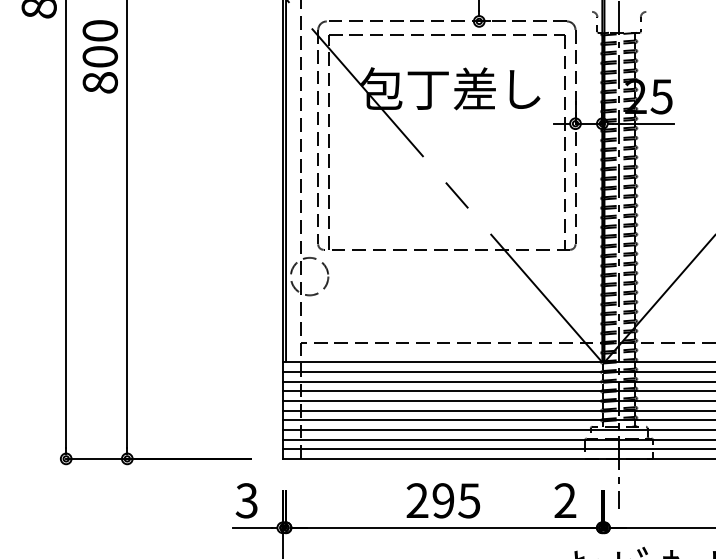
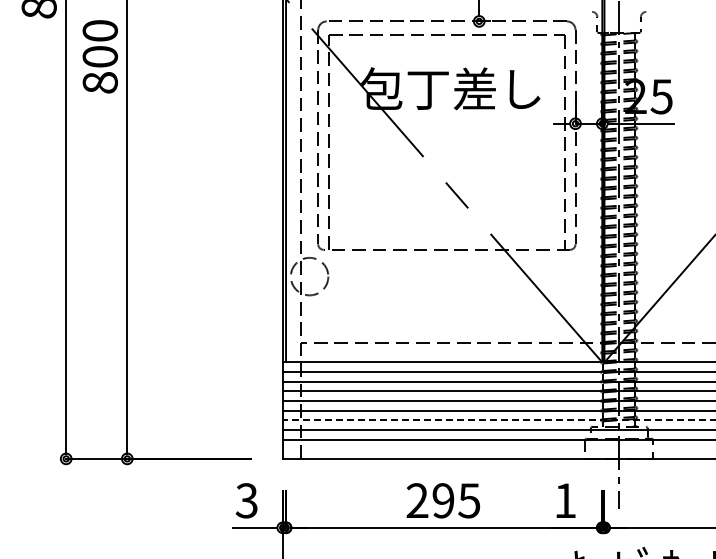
line at (498, 420): solid -> dashed
line at (497, 449): present -> none
text at (565, 500): 2 -> 1
